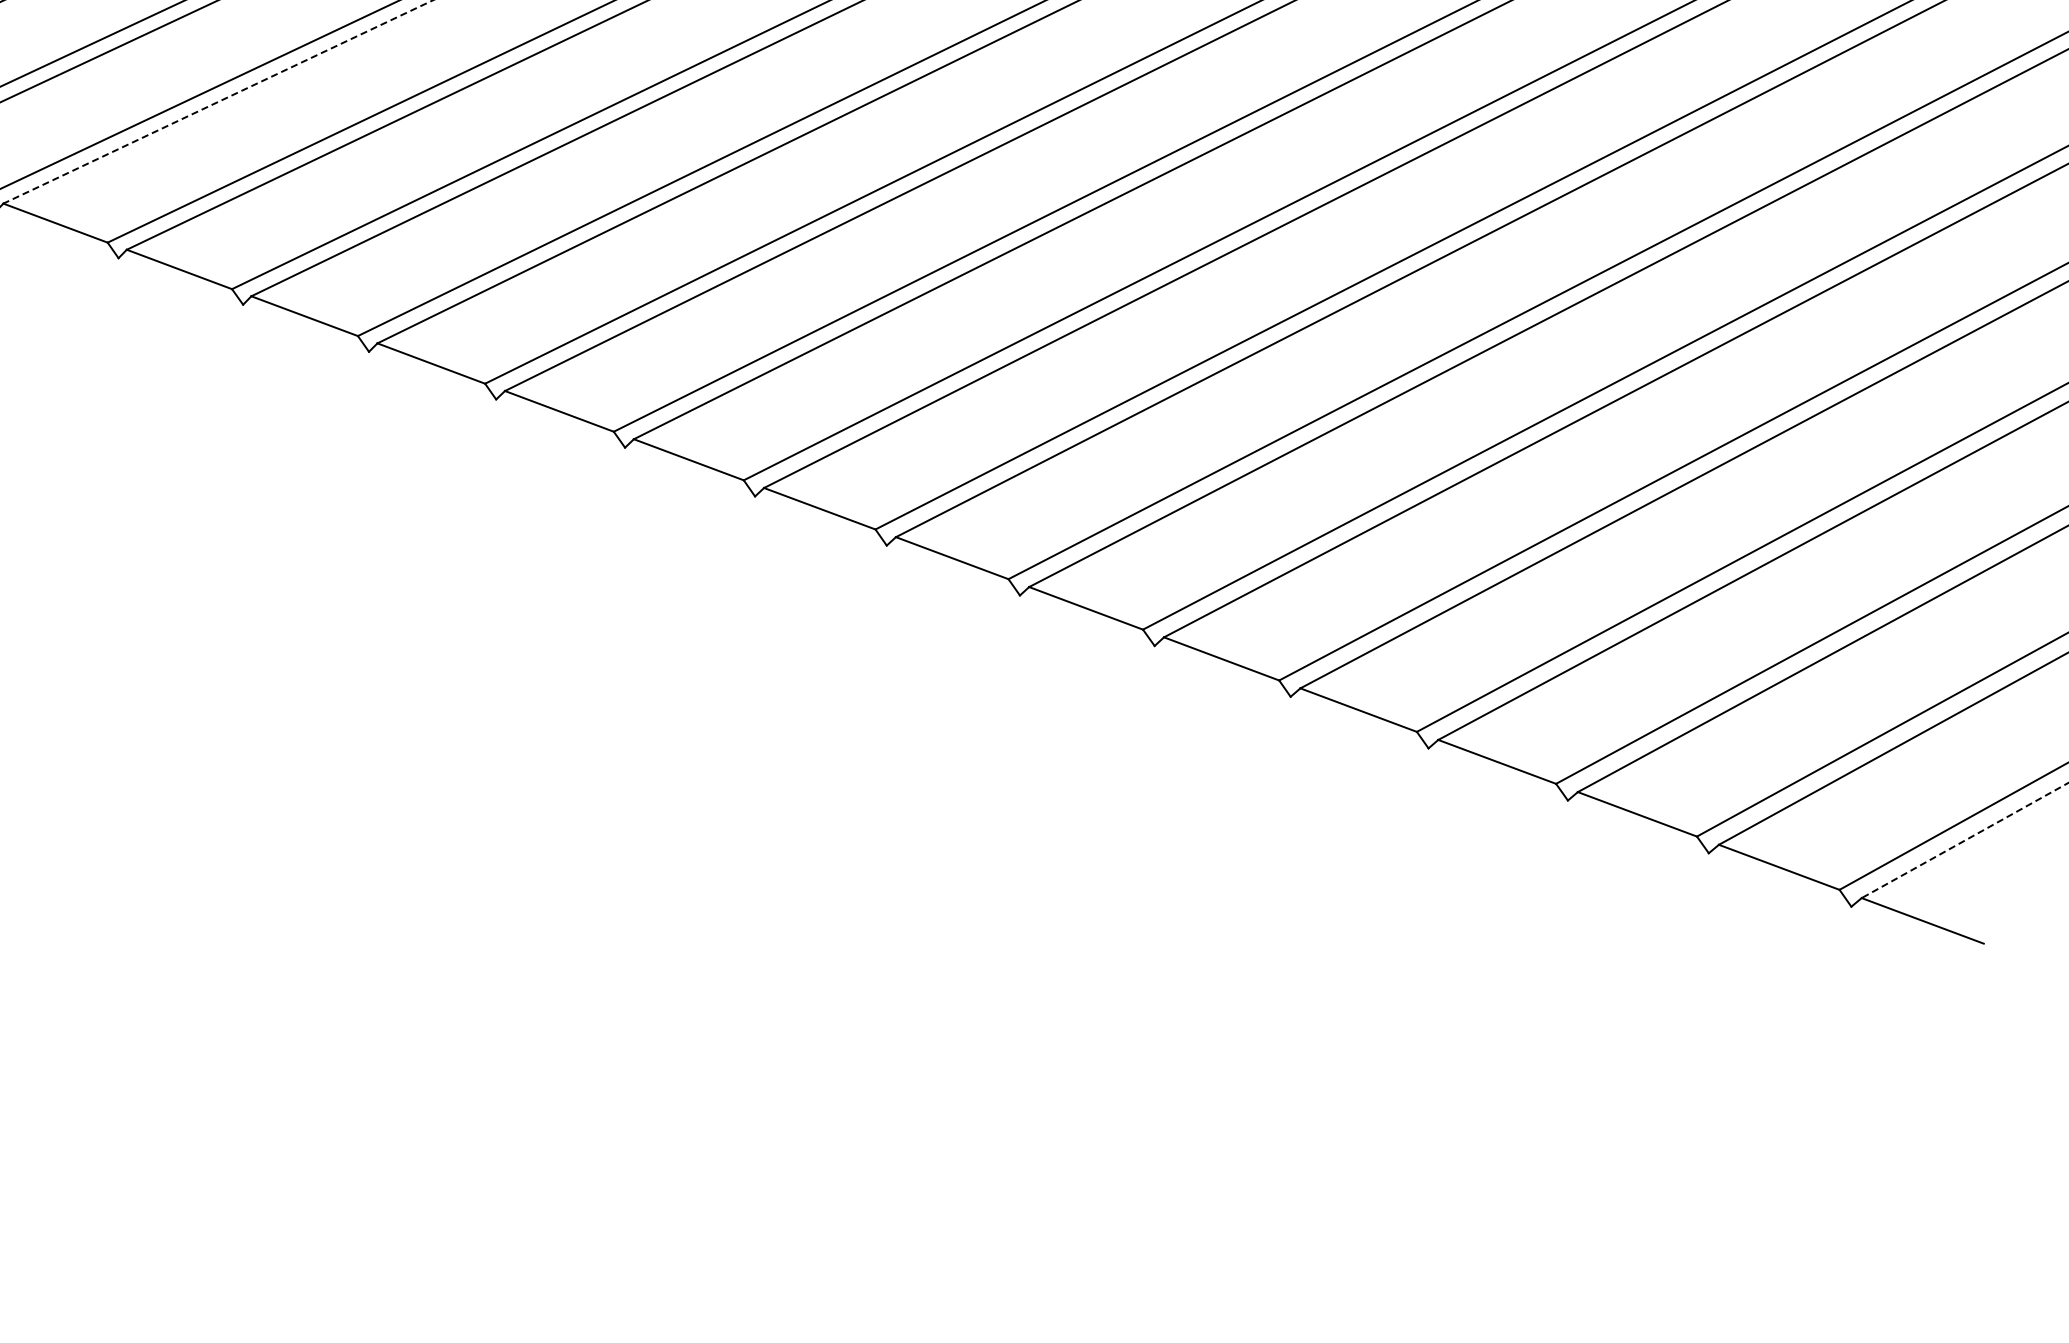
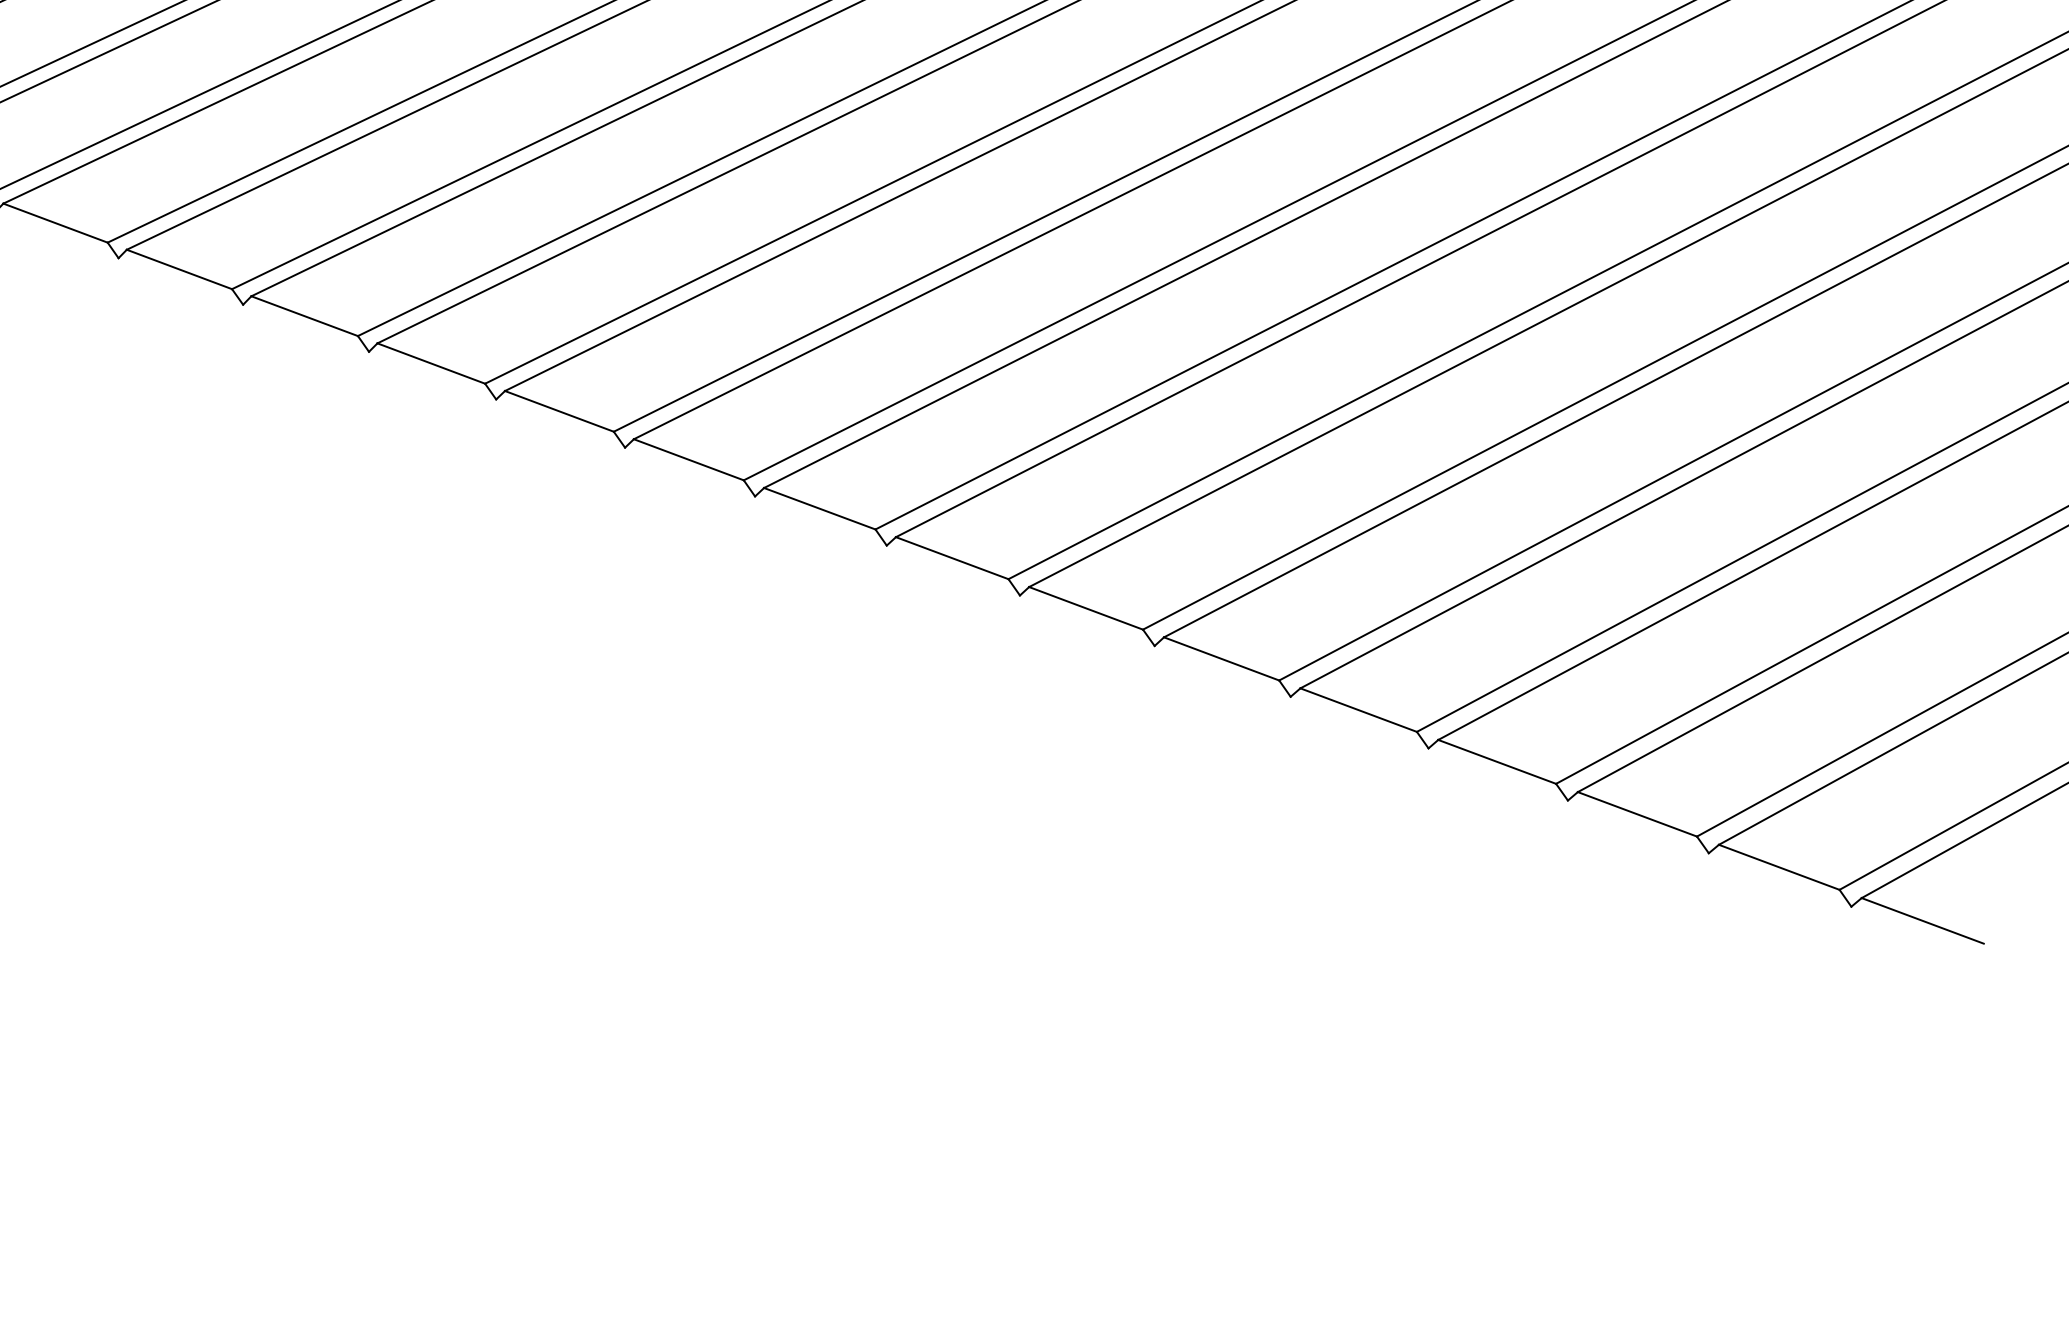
line at (218, 101): dashed -> solid
line at (1964, 840): dashed -> solid
